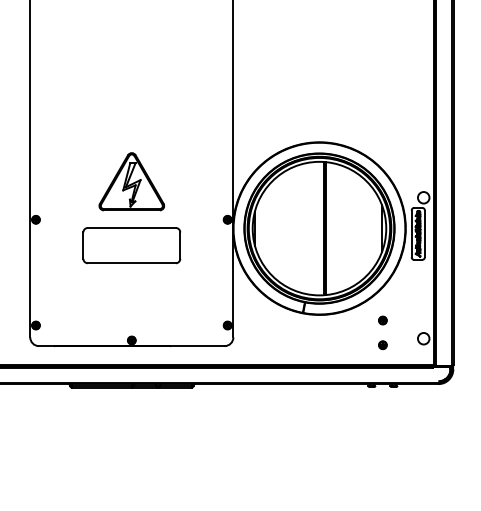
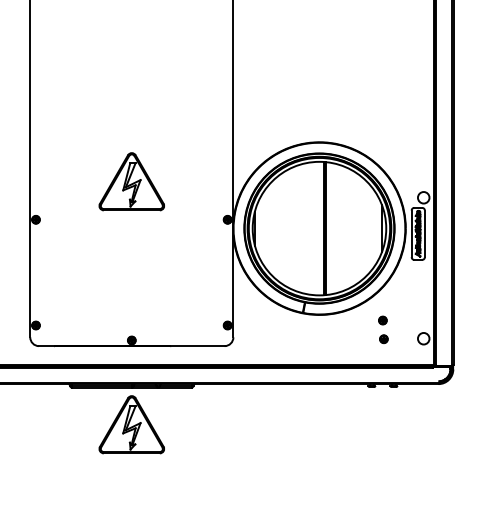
part at (131, 245): present -> none
part at (382, 345) position: (382, 345) -> (383, 339)
part at (131, 424): none -> present
